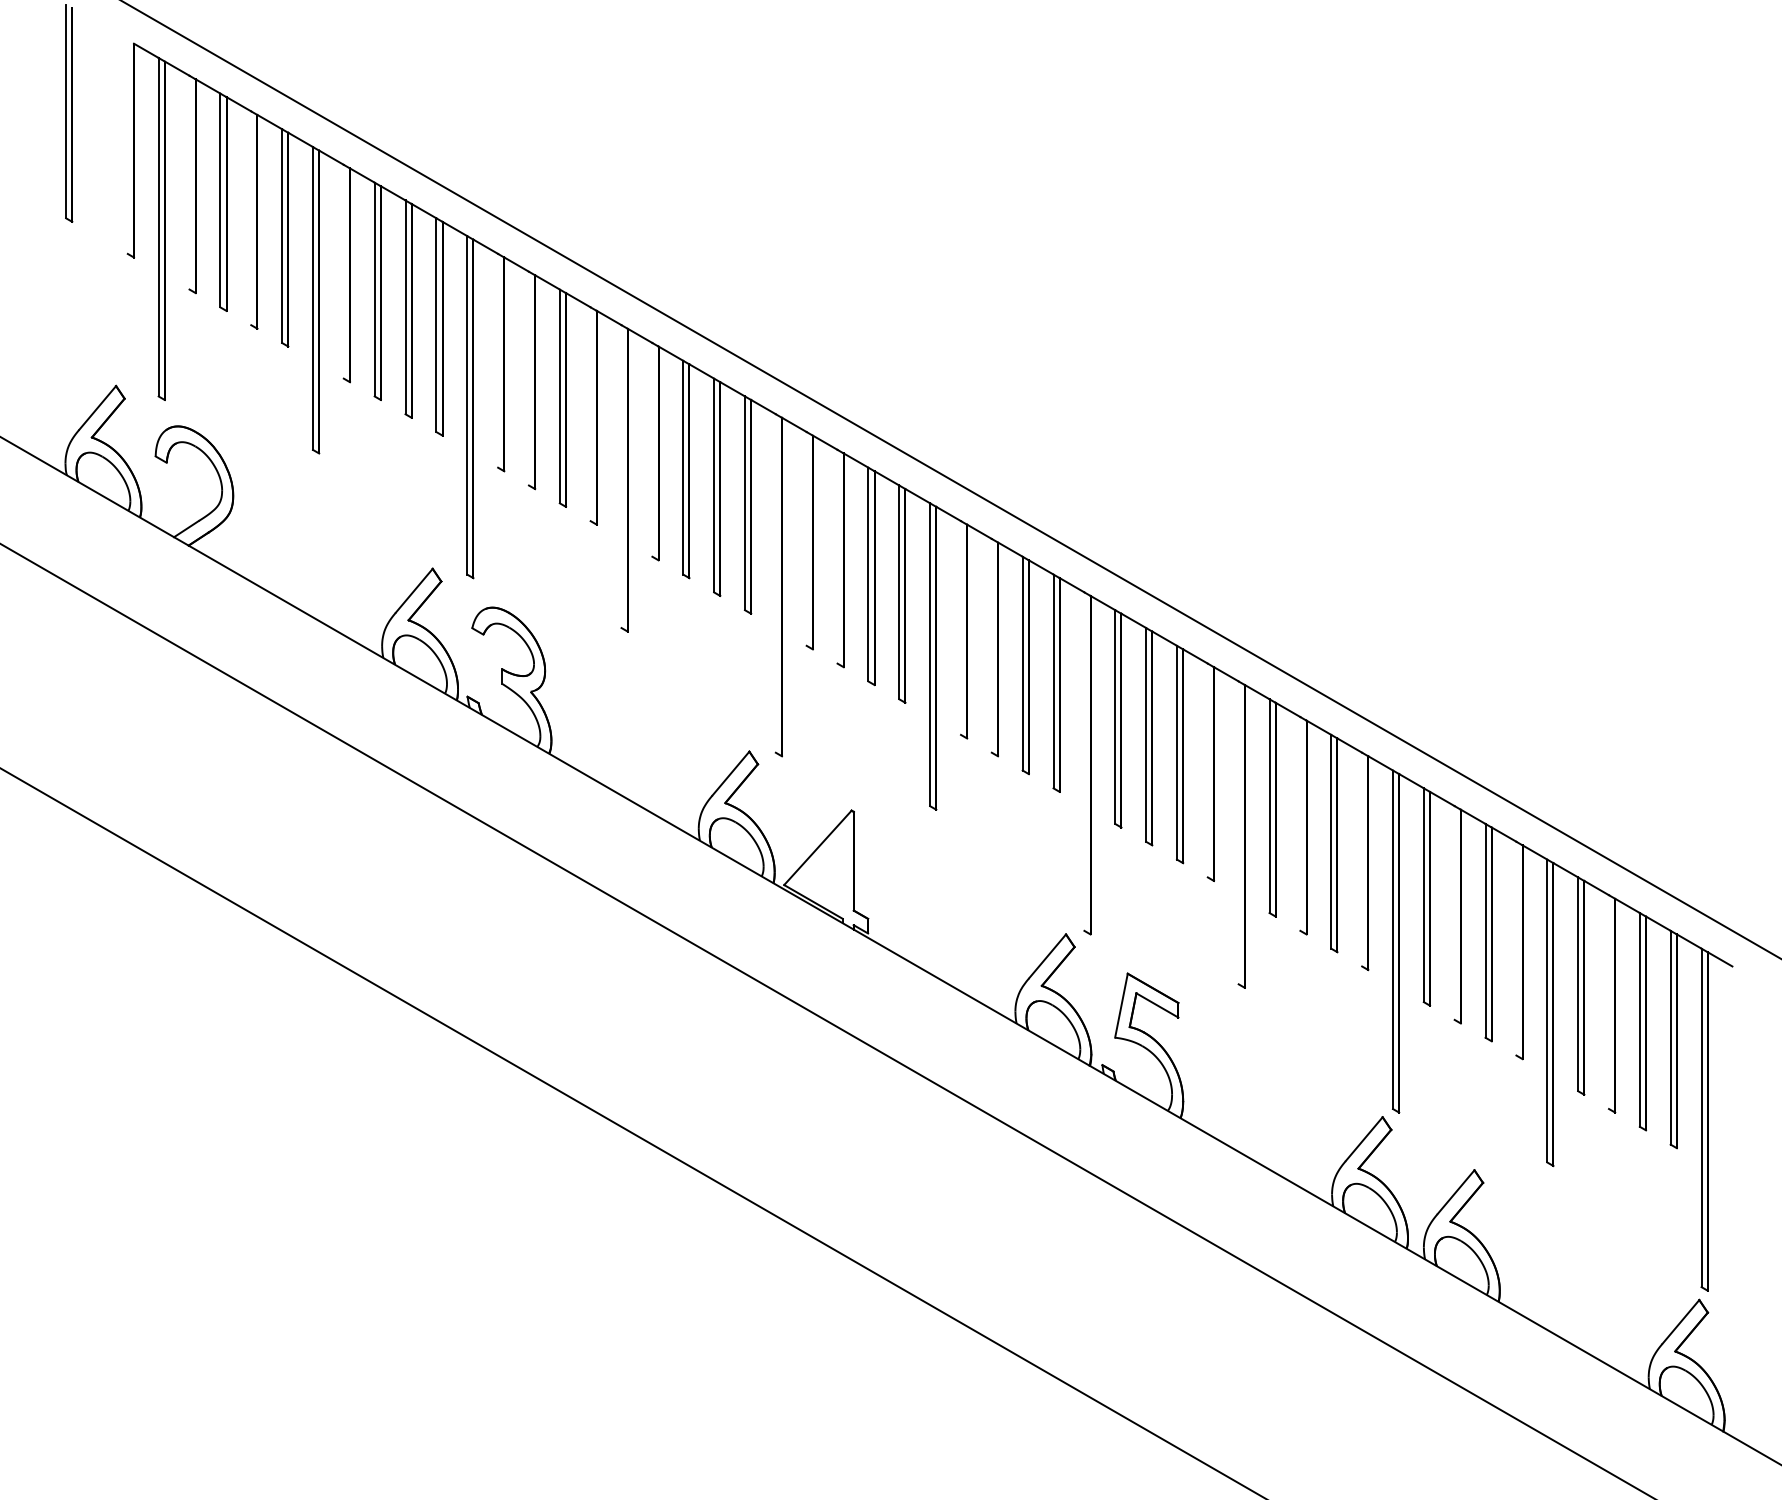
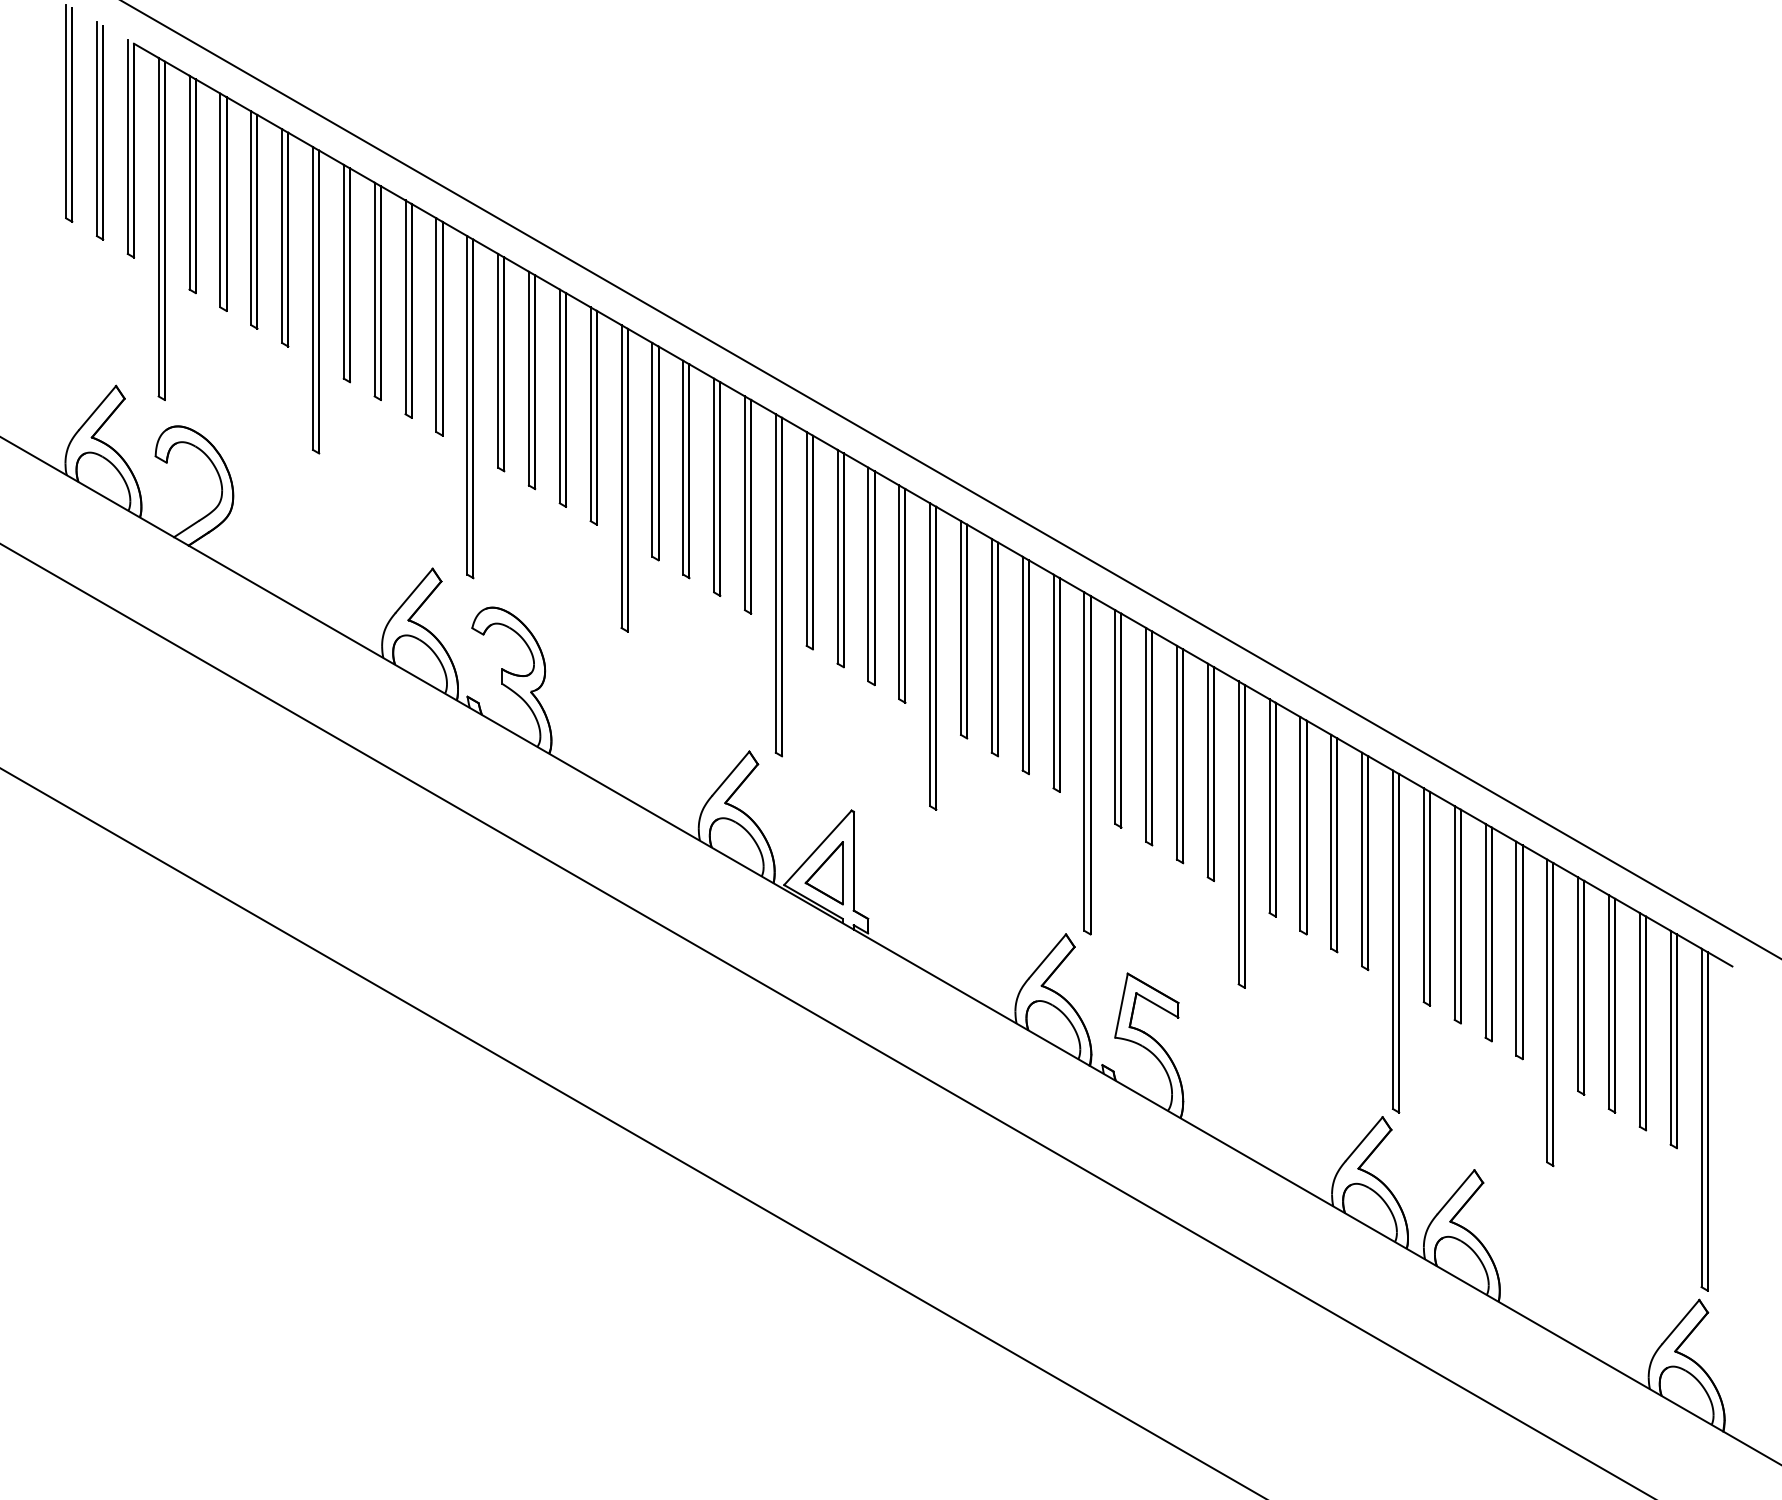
part at (99, 130): none -> present
line at (127, 146): none -> present
line at (189, 182): none -> present
line at (251, 218): none -> present
line at (343, 271): none -> present
line at (498, 360): none -> present
line at (528, 378): none -> present
line at (590, 414): none -> present
line at (652, 449): none -> present
line at (621, 476): none -> present
line at (806, 538): none -> present
line at (837, 556): none -> present
line at (775, 583): none -> present
line at (961, 627): none -> present
line at (991, 645): none -> present
line at (1084, 761): none -> present
line at (1207, 770): none -> present
line at (1300, 823): none -> present
line at (1238, 832): none -> present
line at (1362, 859): none -> present
part at (823, 873): none -> present
line at (1454, 912): none -> present
line at (1516, 948): none -> present
line at (1608, 1002): none -> present
